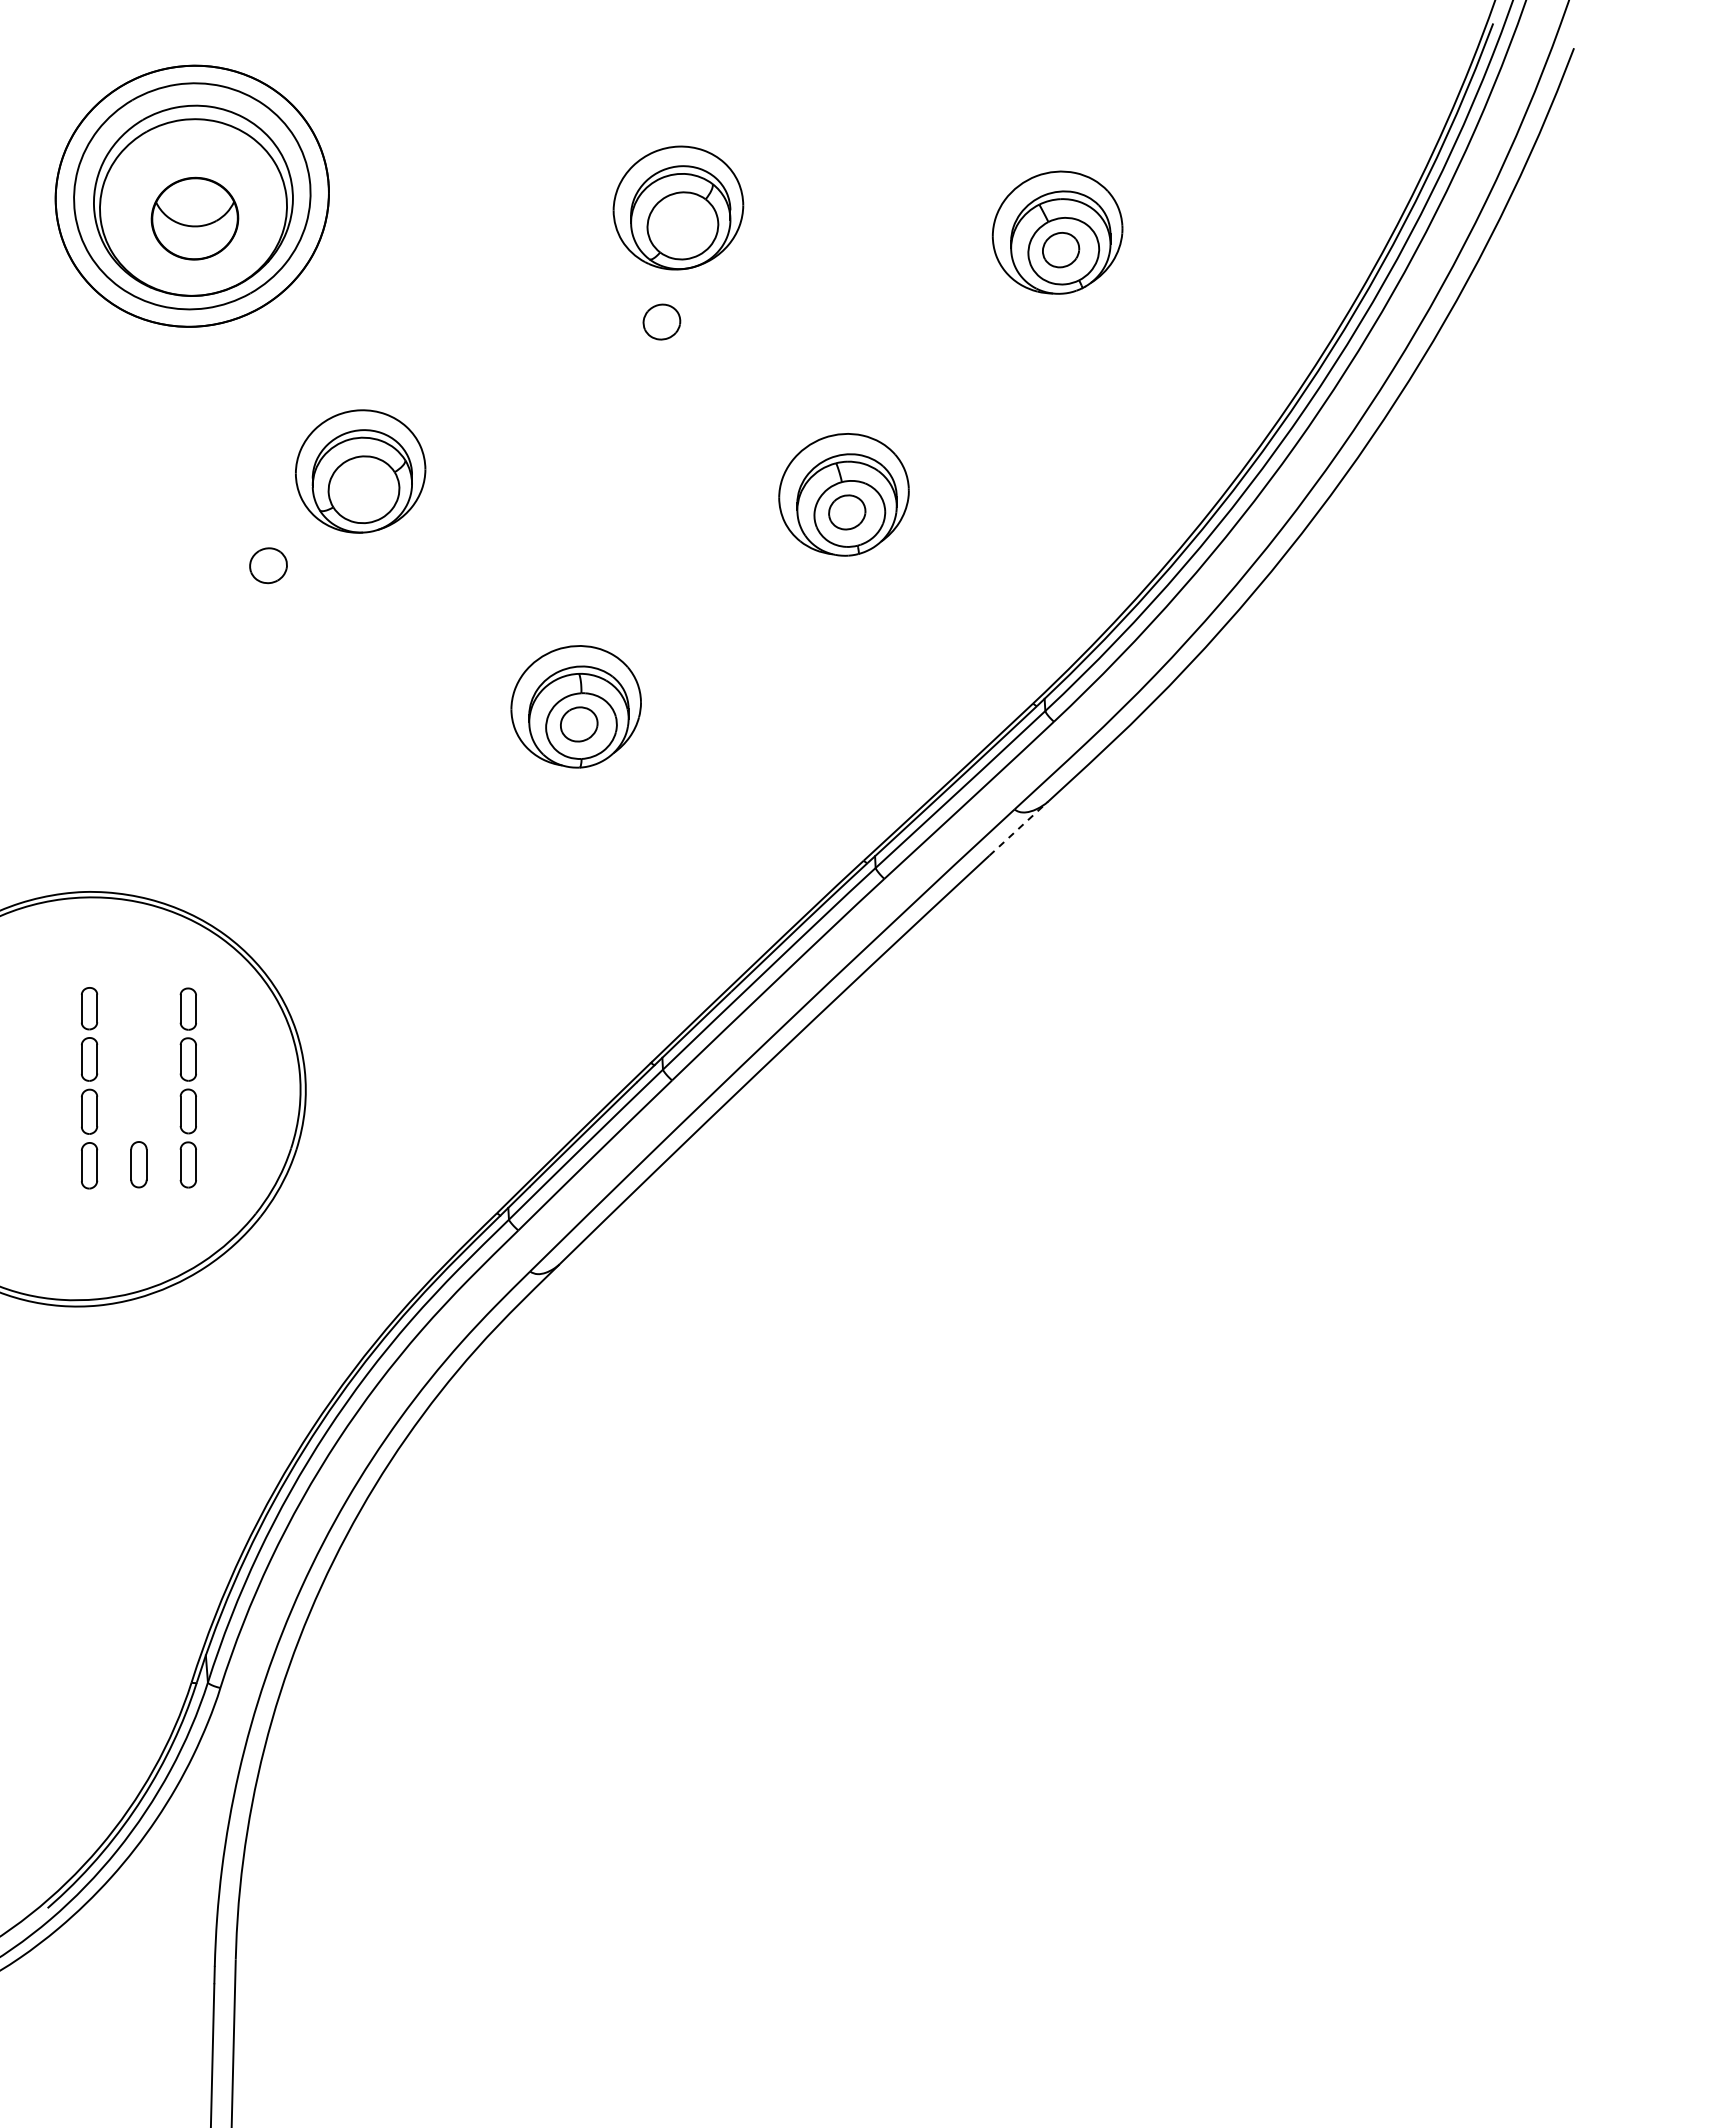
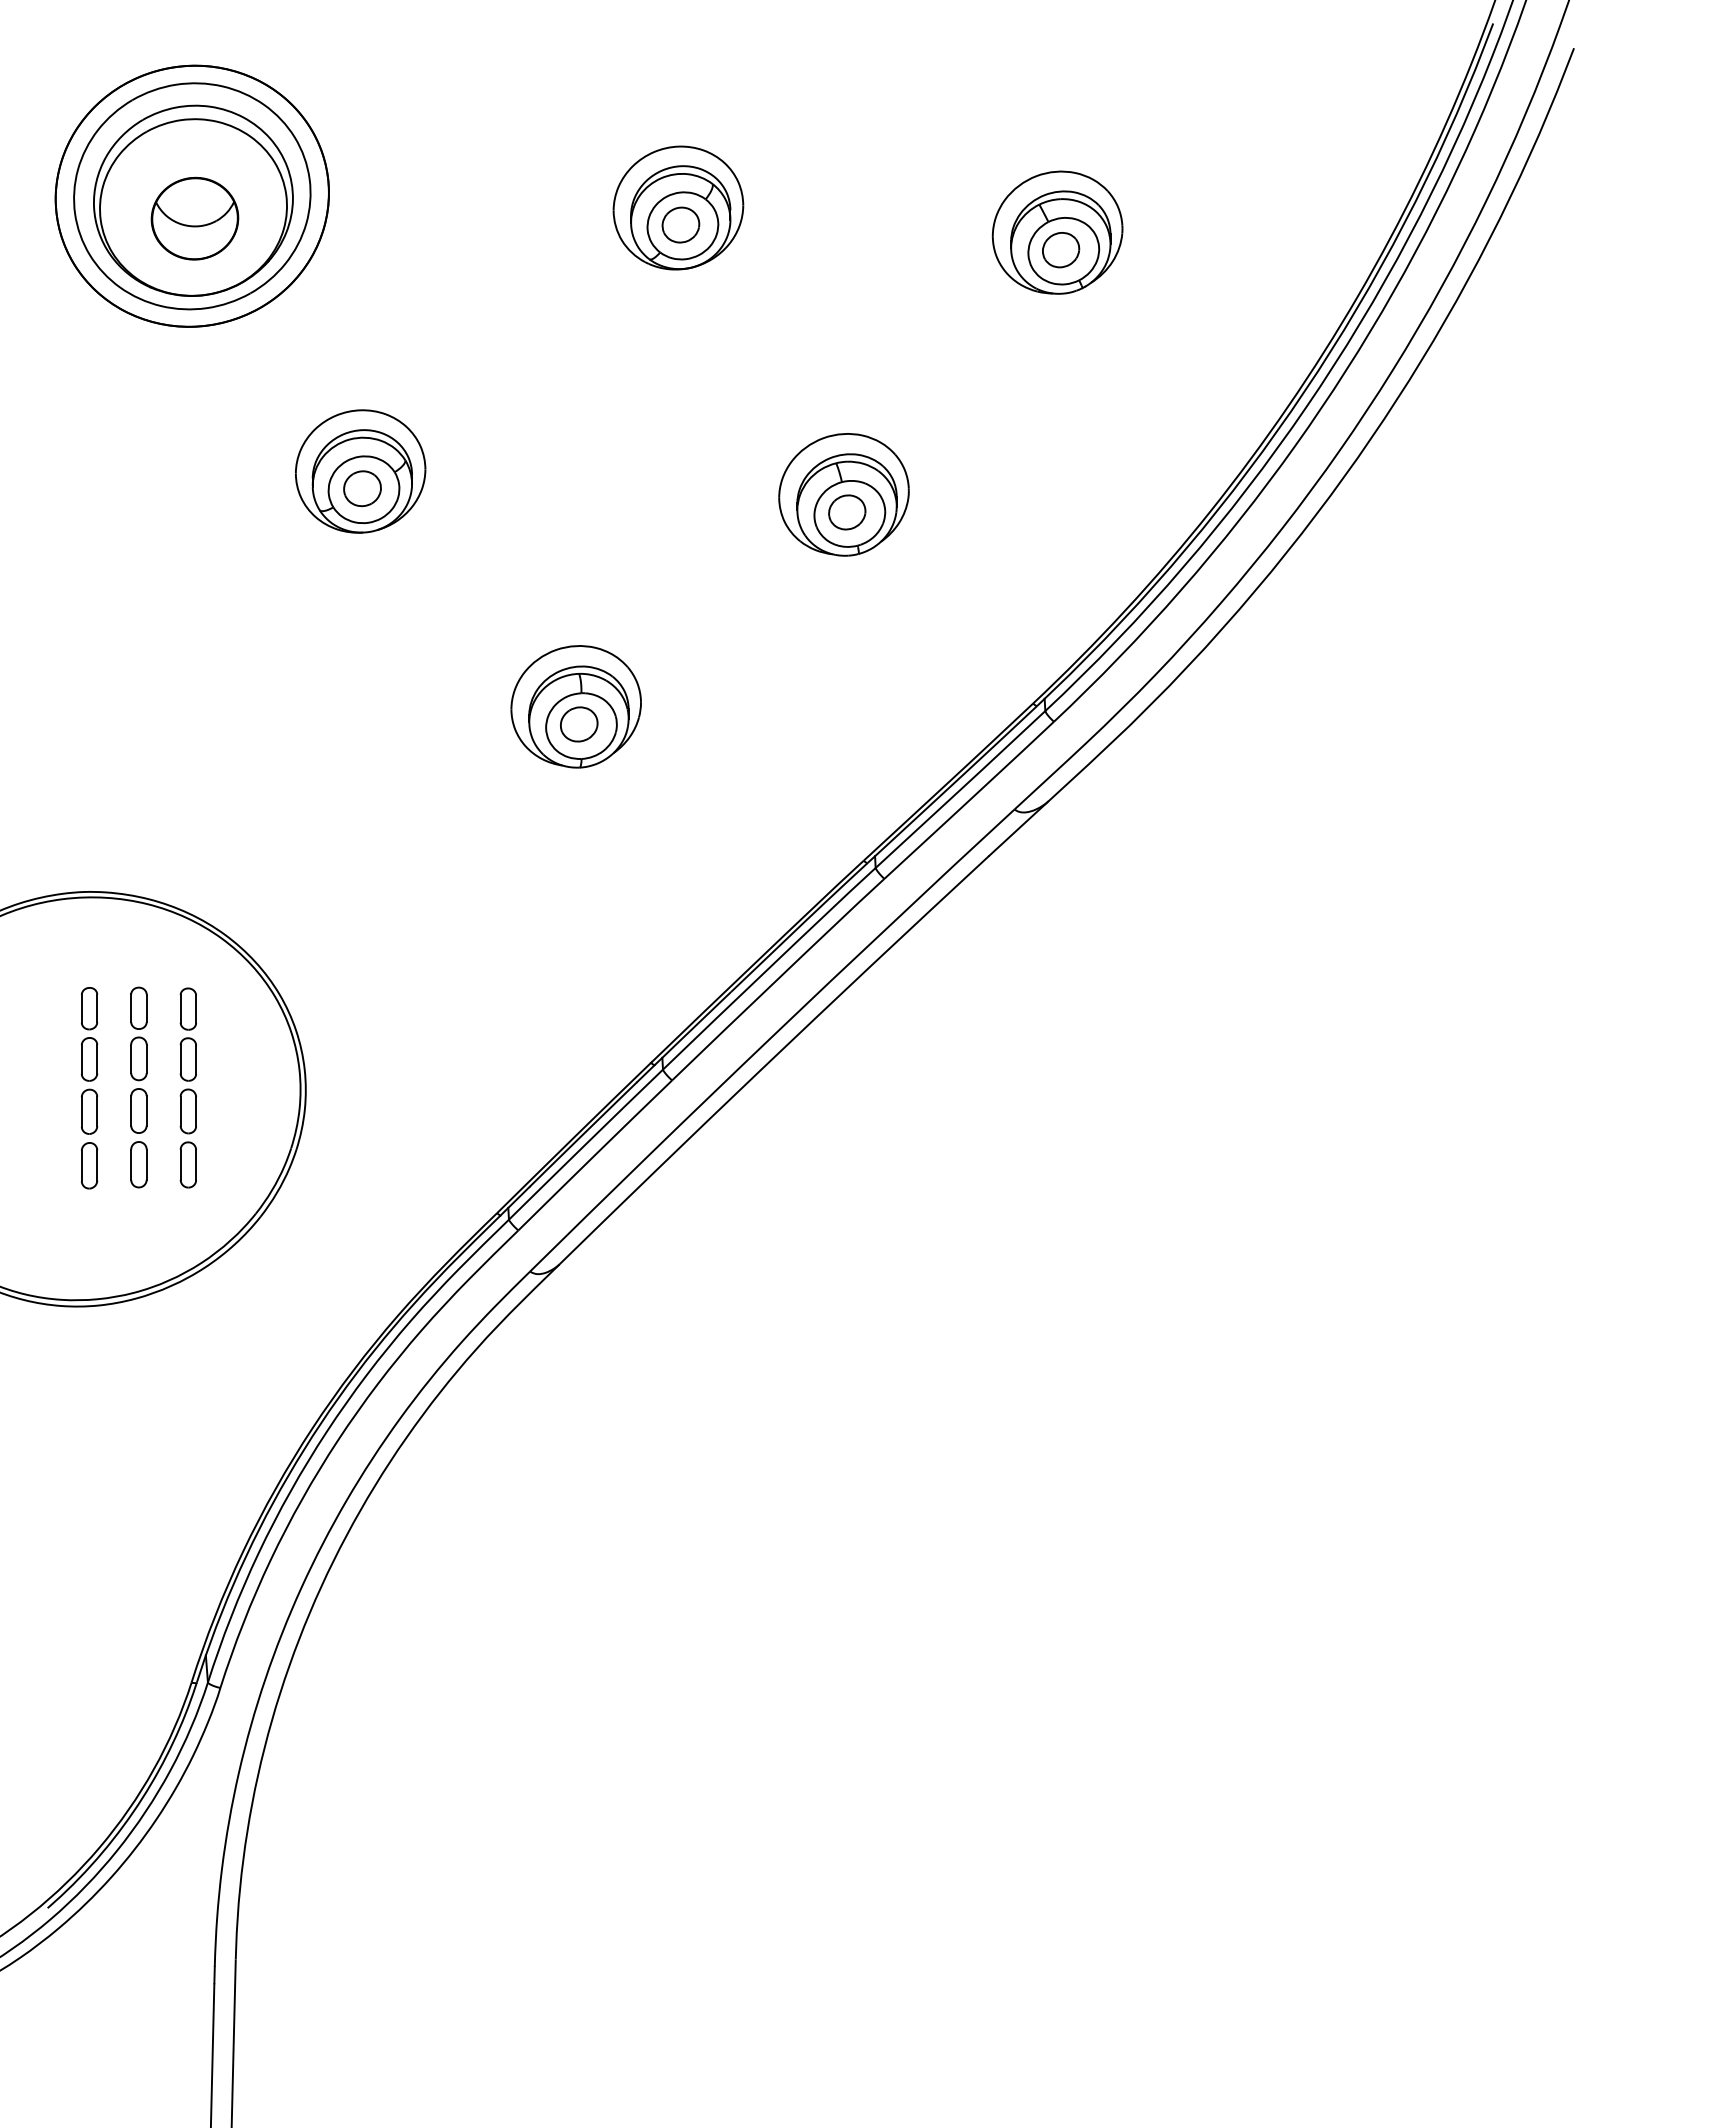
part at (661, 321) position: (661, 321) -> (680, 224)
part at (268, 565) position: (268, 565) -> (362, 488)
line at (1018, 828): dashed -> solid
part at (138, 1059): none -> present
